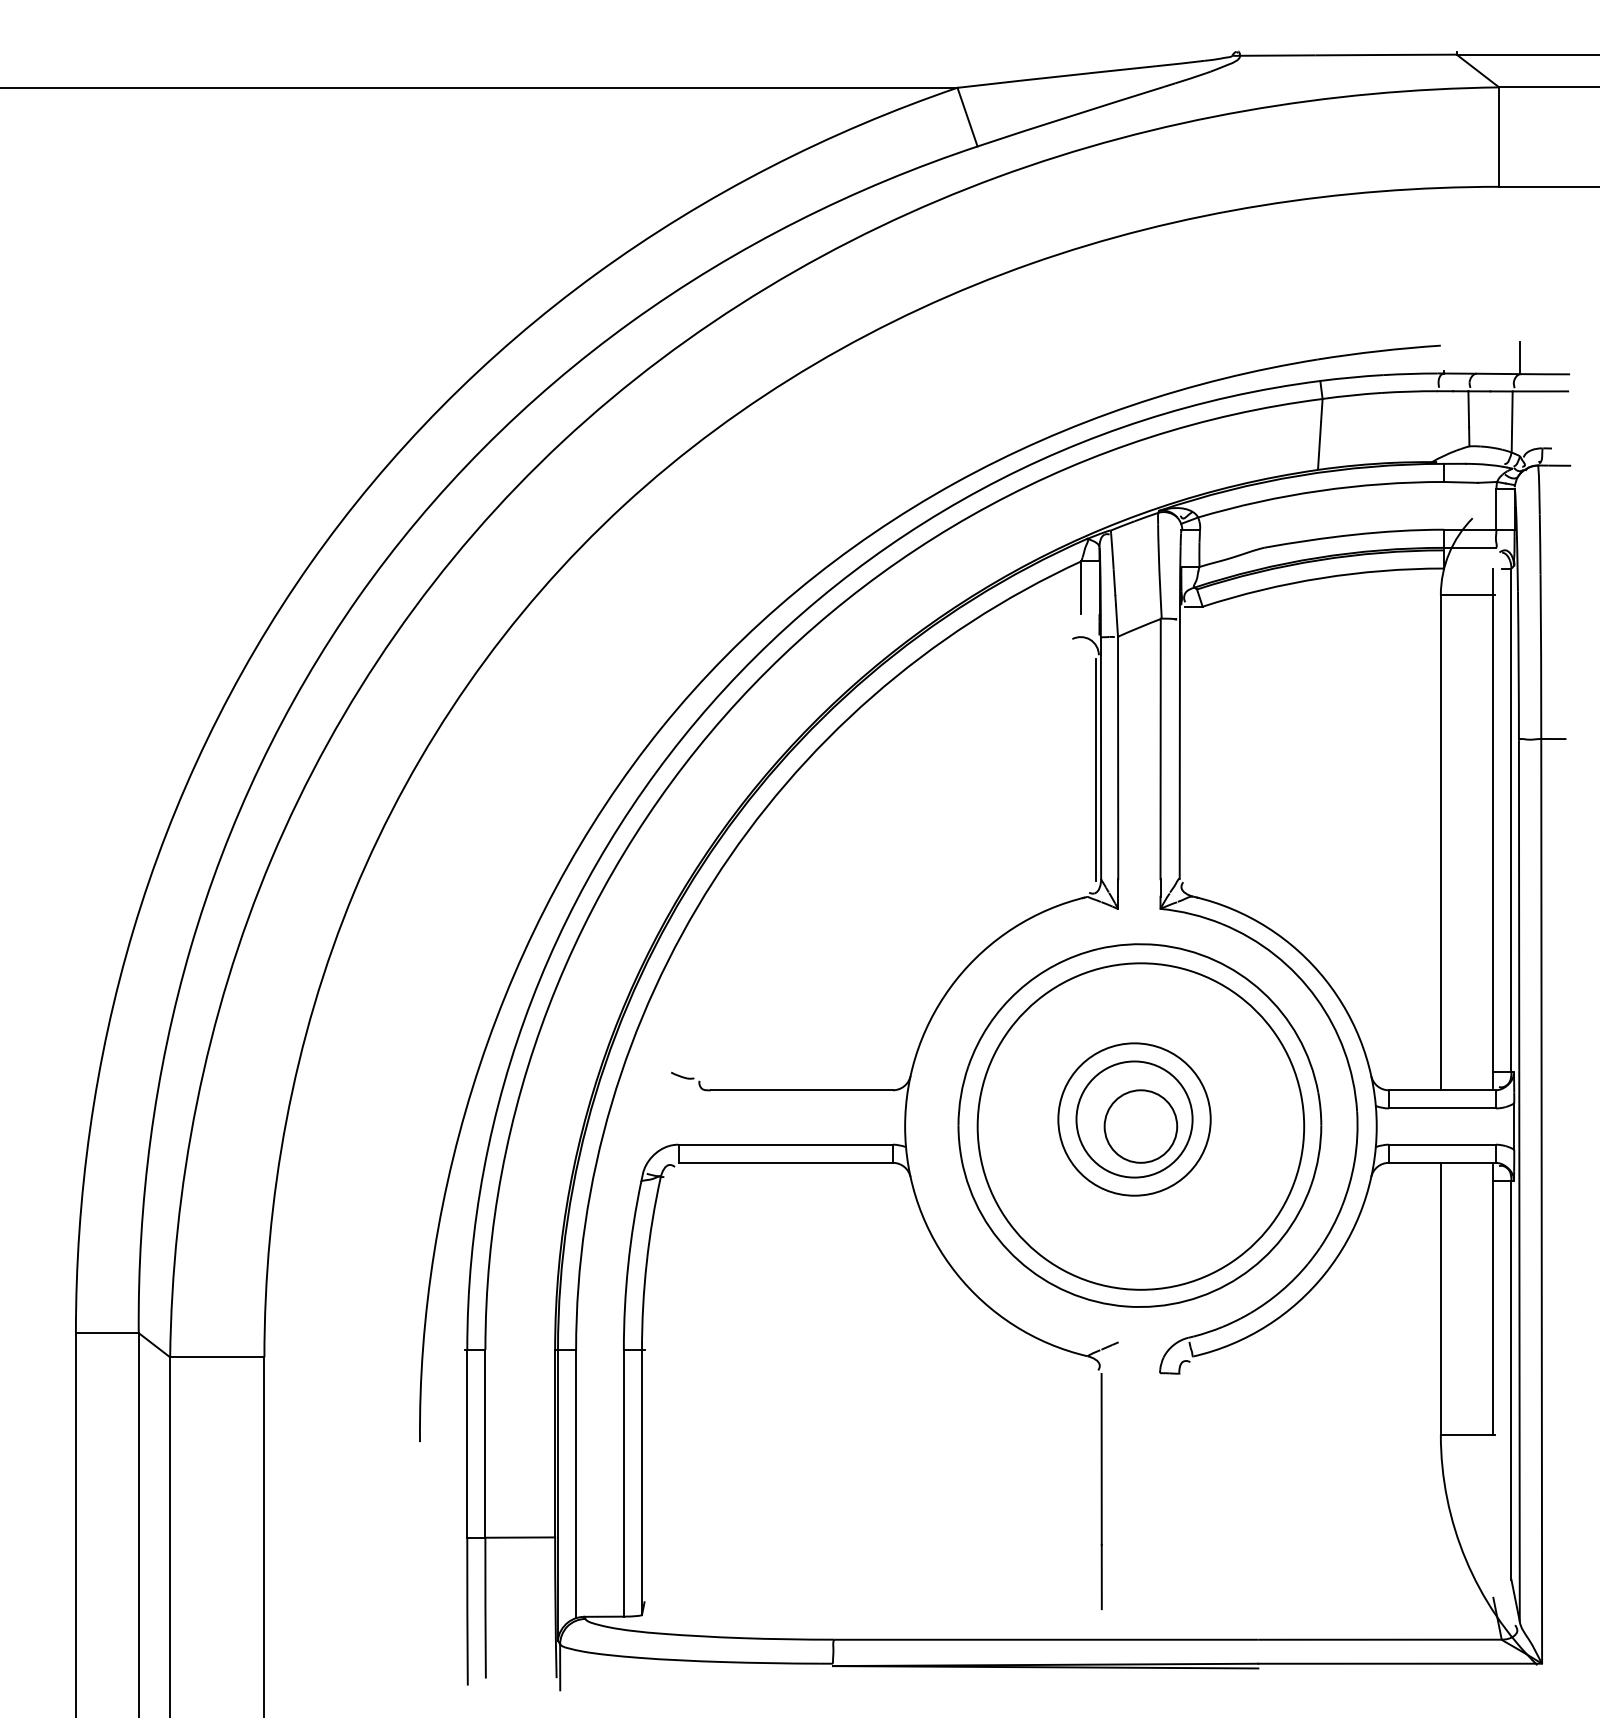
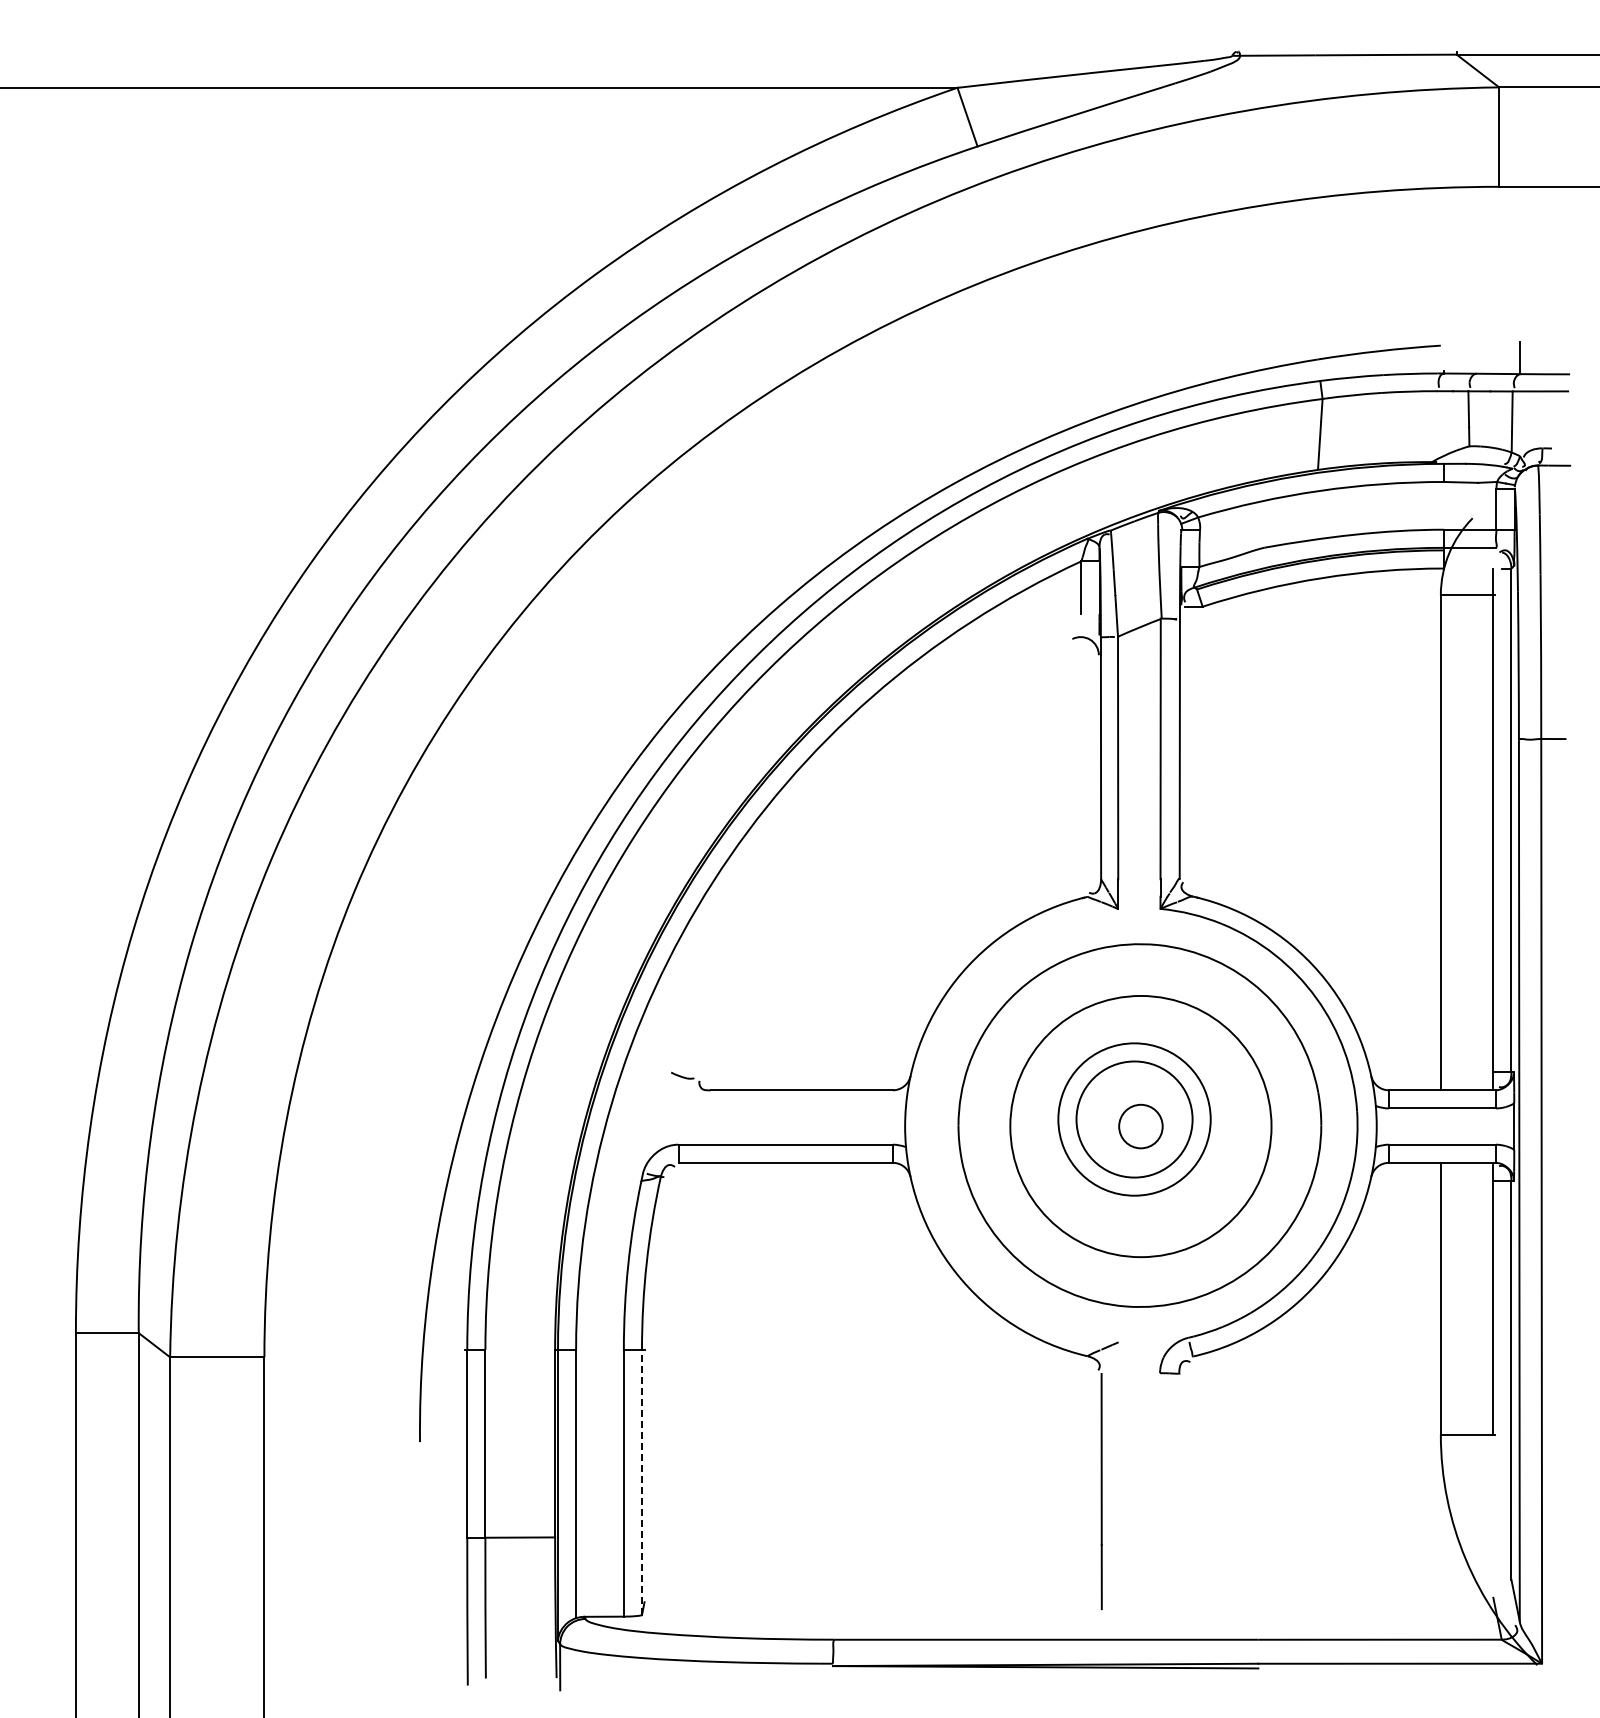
line at (1096, 769): present -> none
circle at (1140, 1126) diameter: 326 px -> 261 px
circle at (1140, 1126) diameter: 73 px -> 44 px
line at (642, 1482): solid -> dashed
